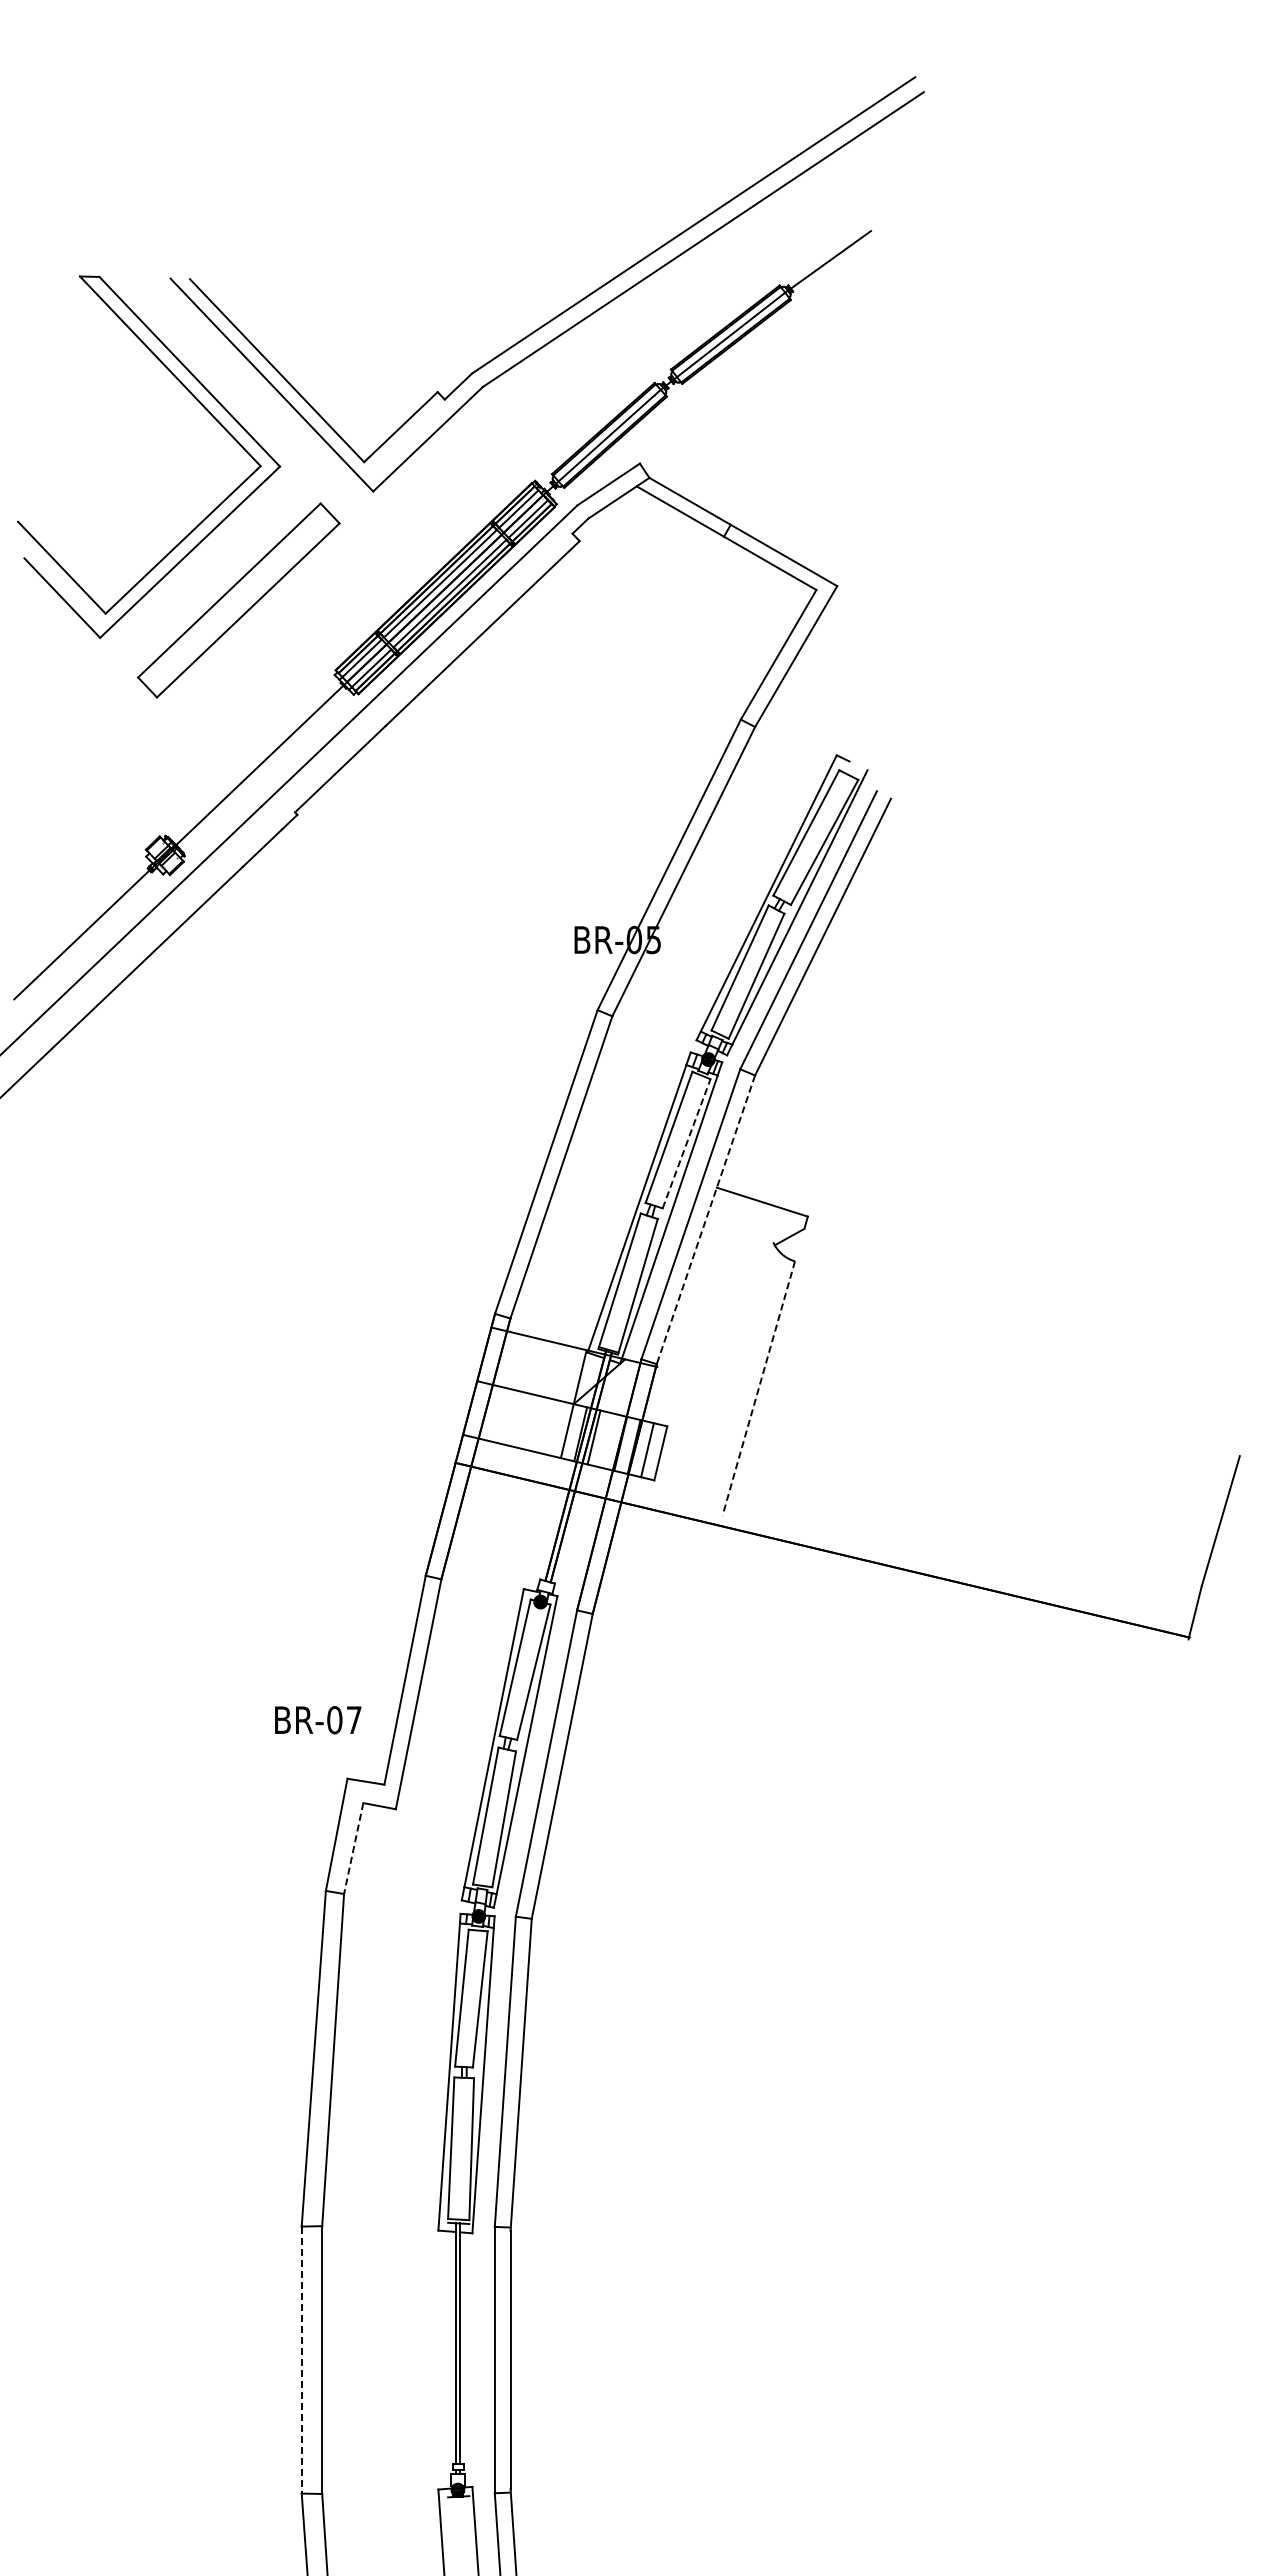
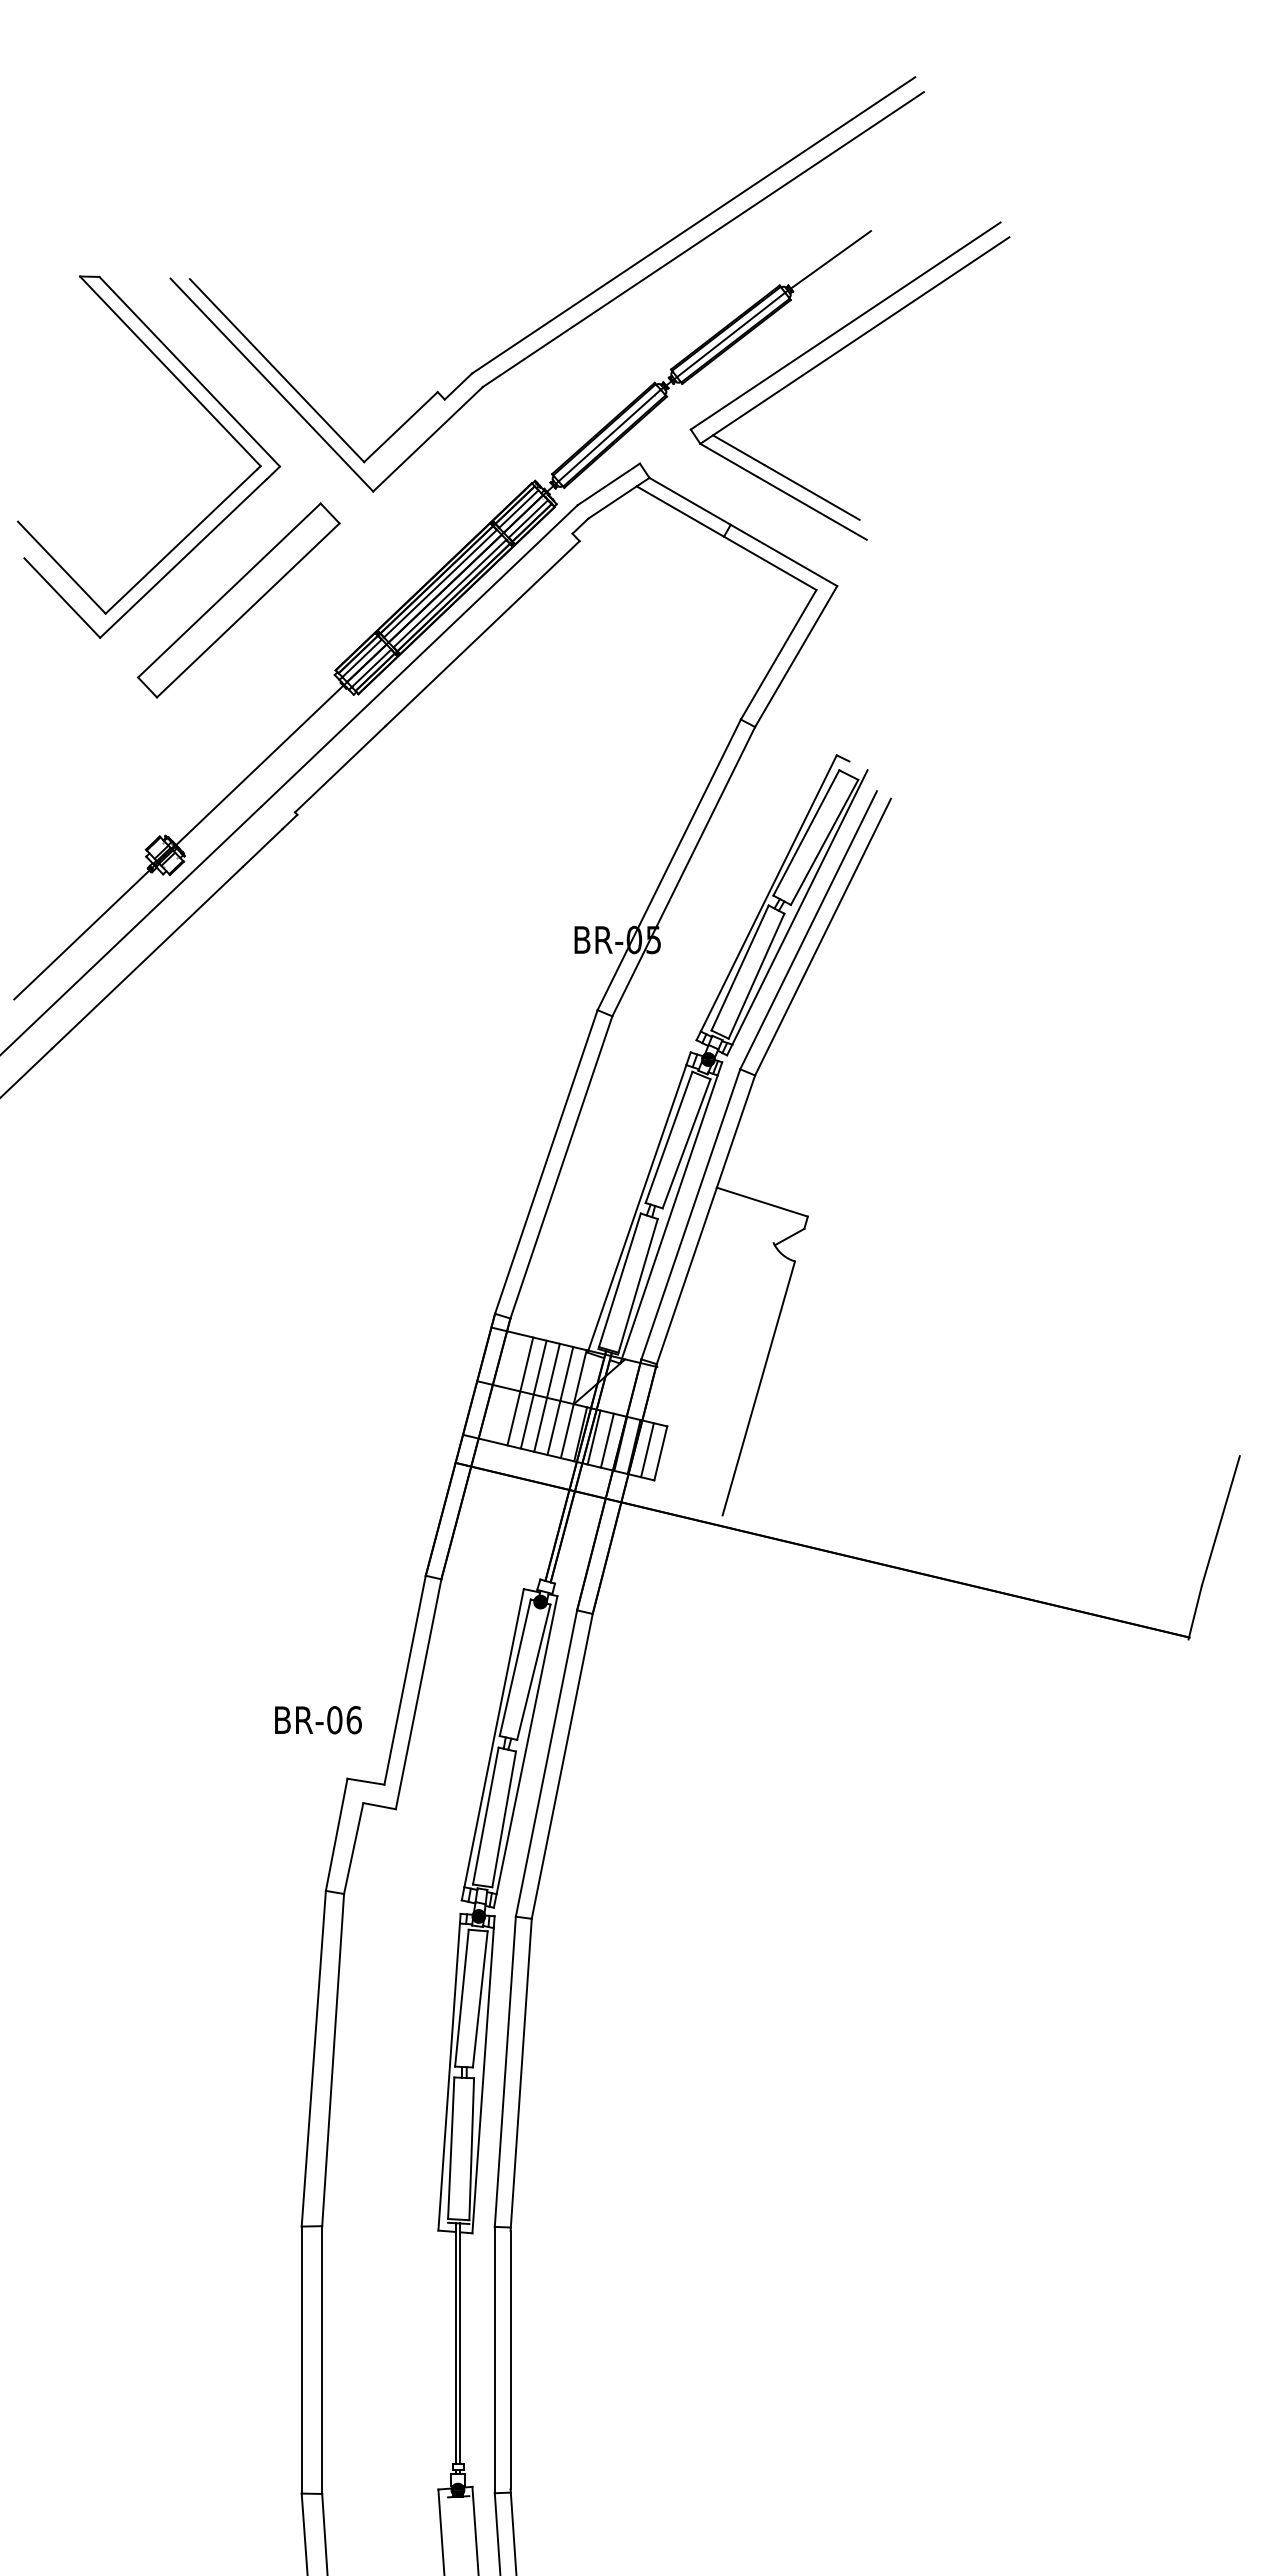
part at (834, 355): none -> present
line at (686, 1143): dashed -> solid
line at (705, 1220): dashed -> solid
line at (758, 1388): dashed -> solid
line at (520, 1391): none -> present
line at (533, 1394): none -> present
line at (546, 1397): none -> present
line at (560, 1400): none -> present
line at (606, 1440): none -> present
text at (353, 1720): BR-07 -> BR-06
line at (353, 1849): dashed -> solid
line at (301, 2360): dashed -> solid
